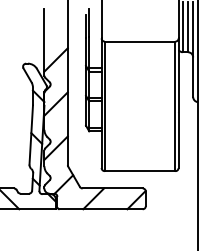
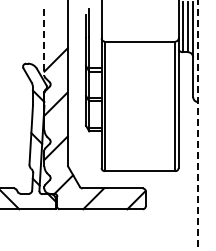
line at (44, 42): solid -> dashed
line at (197, 125): solid -> dashed
